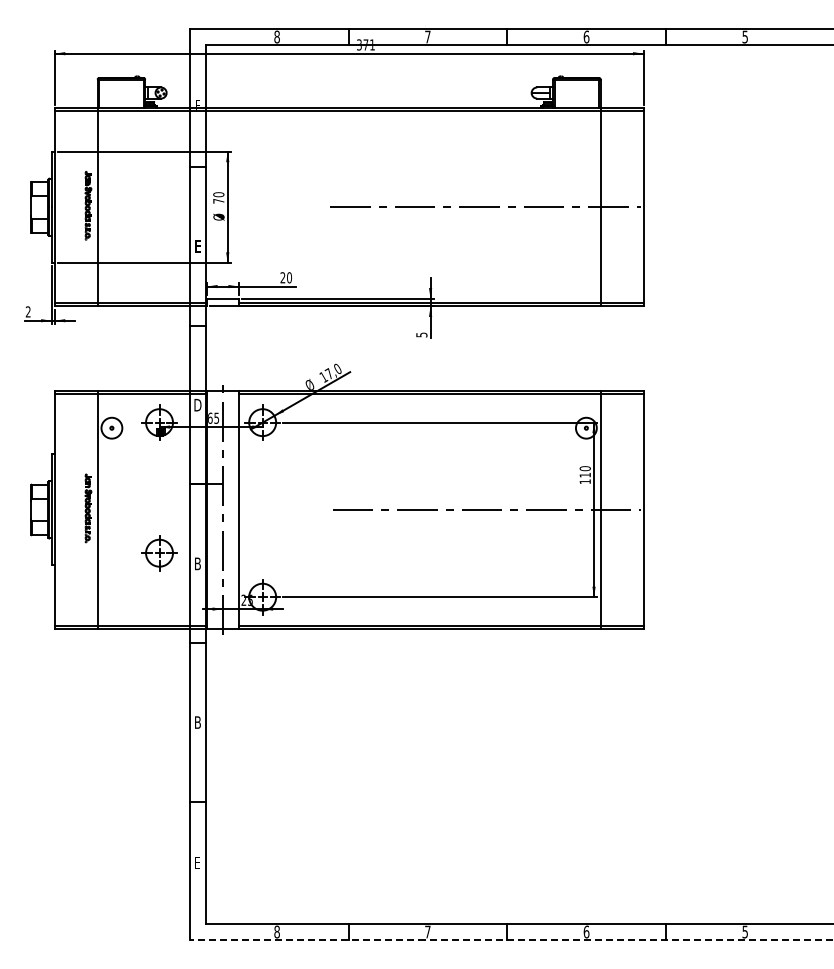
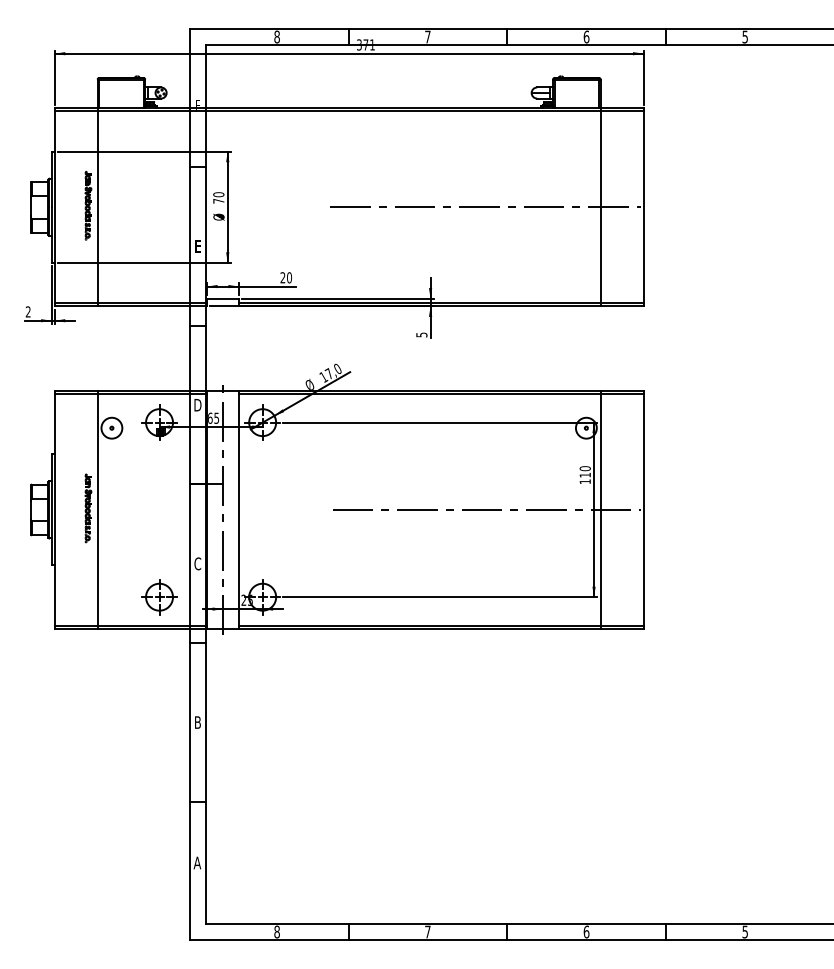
part at (159, 553) position: (159, 553) -> (159, 597)
text at (197, 563): B -> C
text at (197, 862): E -> A
line at (511, 939): dashed -> solid
